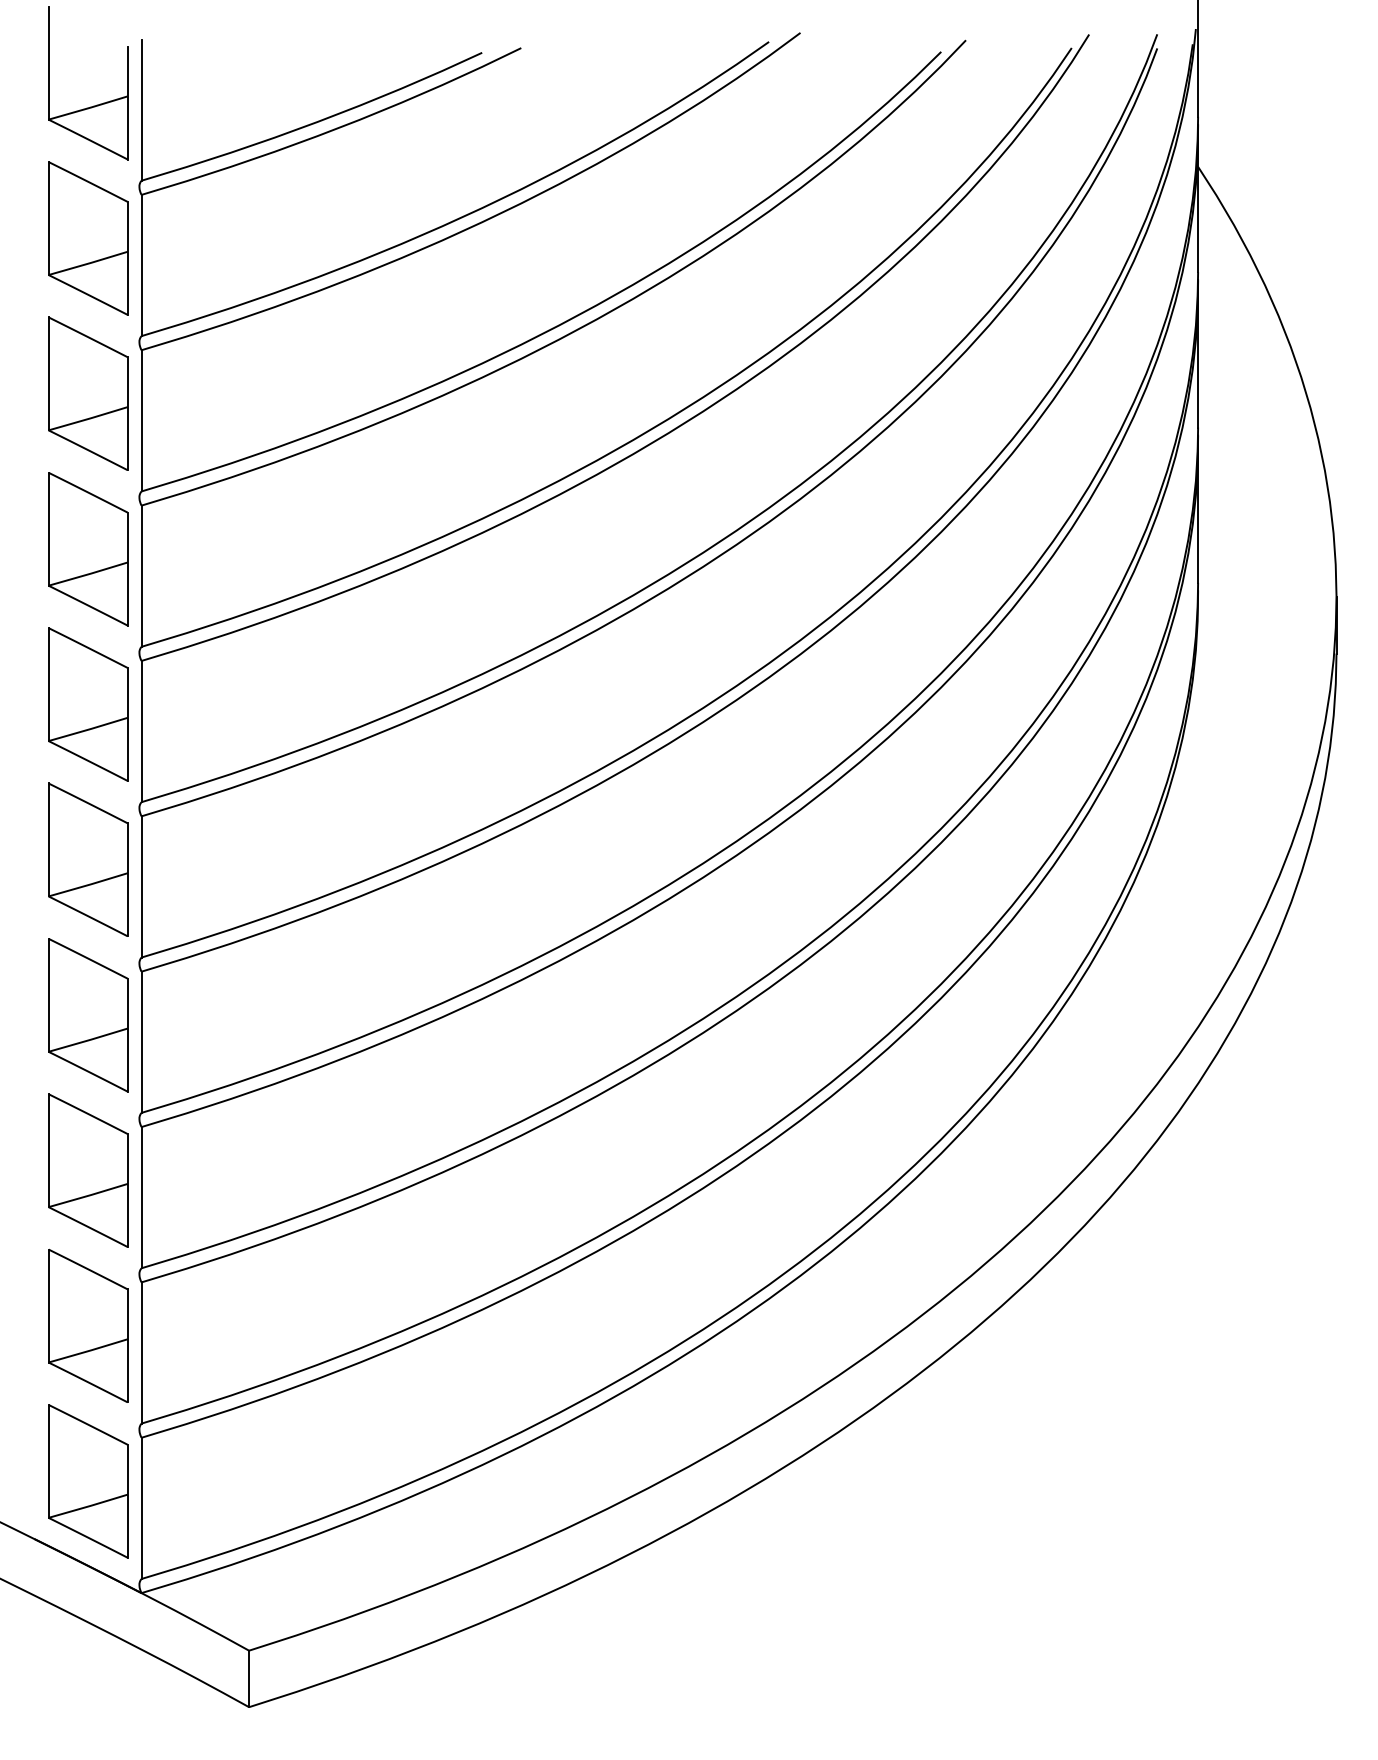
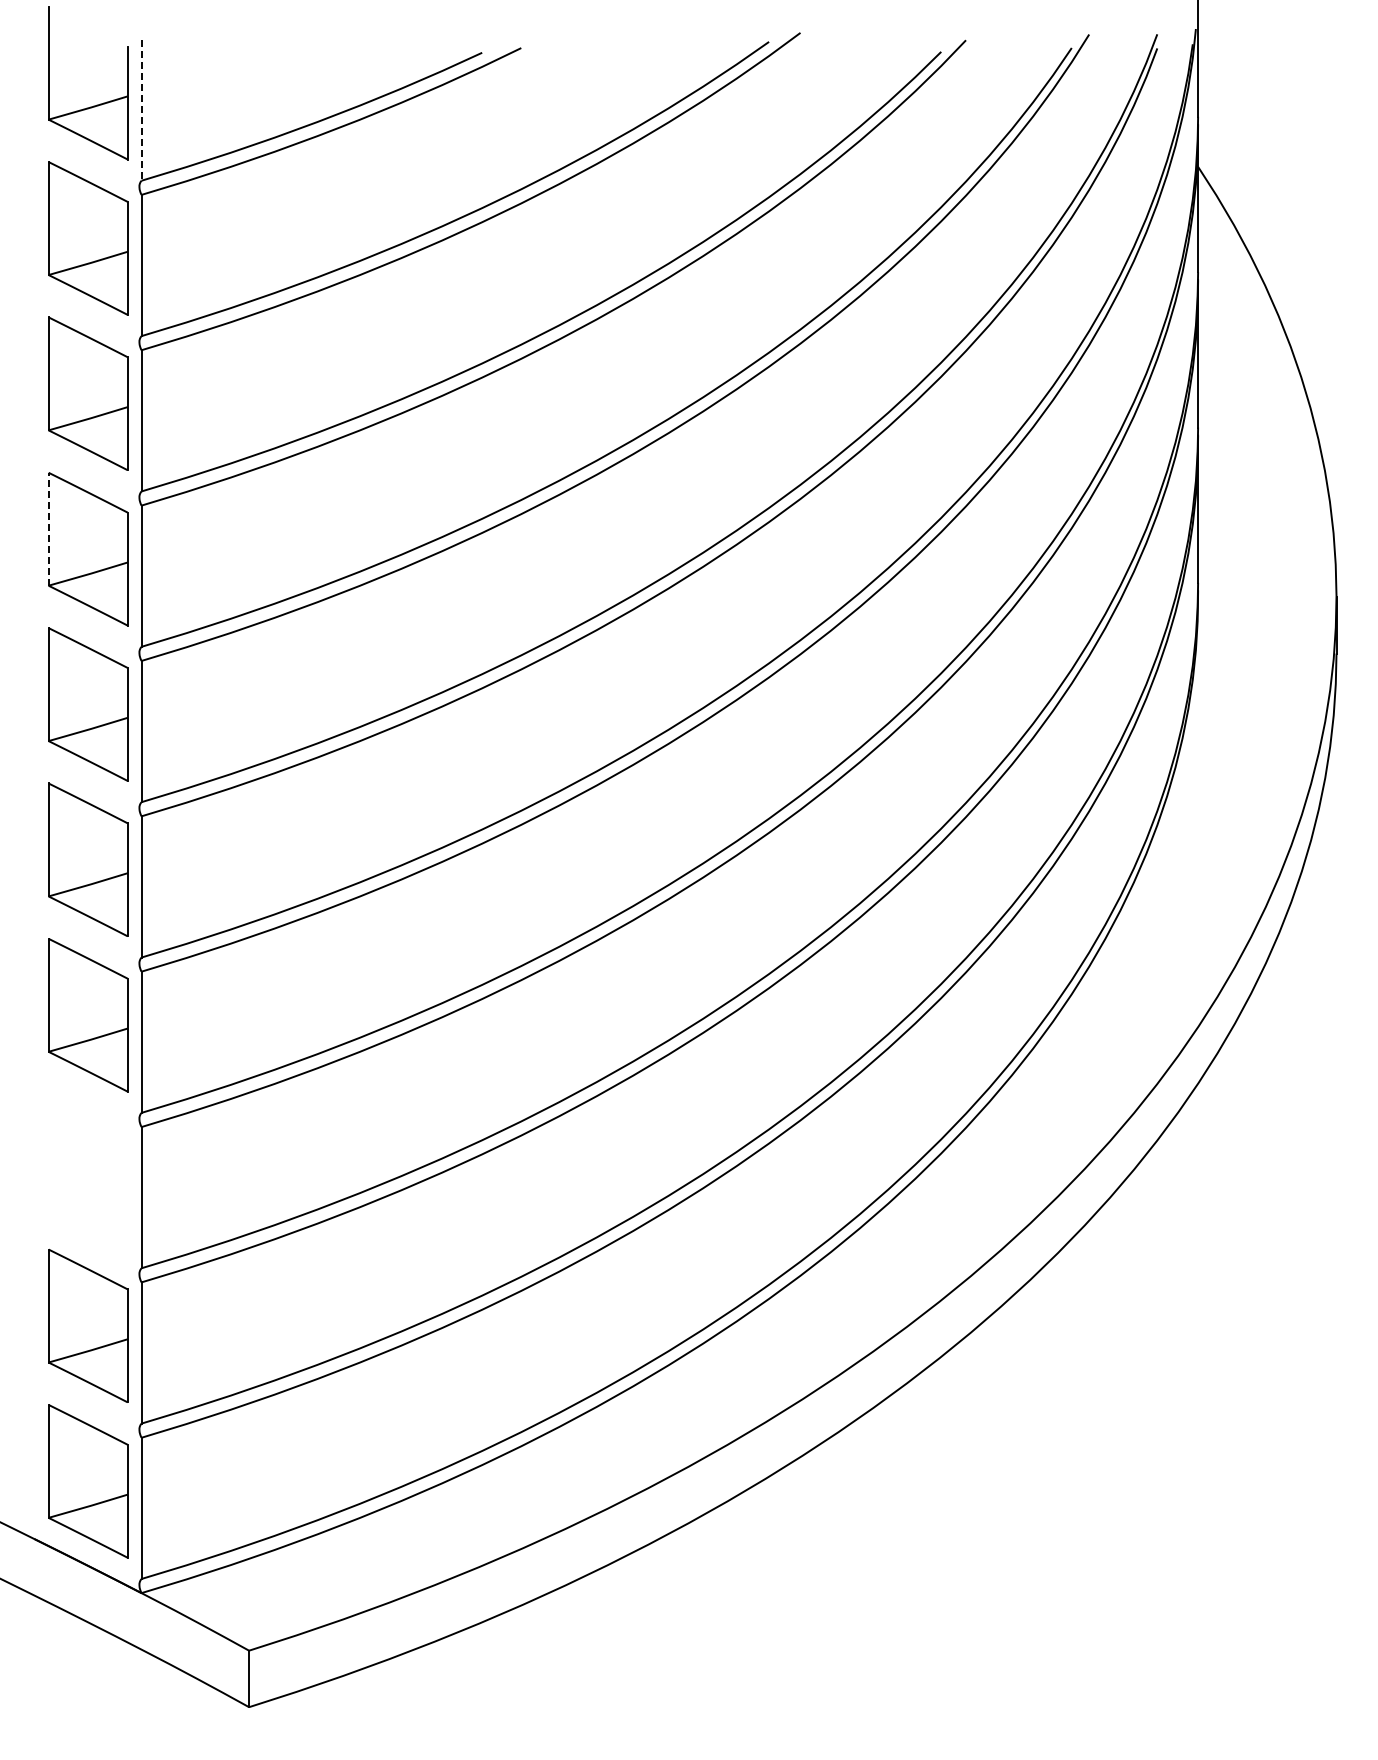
line at (141, 110): solid -> dashed
line at (48, 528): solid -> dashed
part at (88, 1170): present -> none
